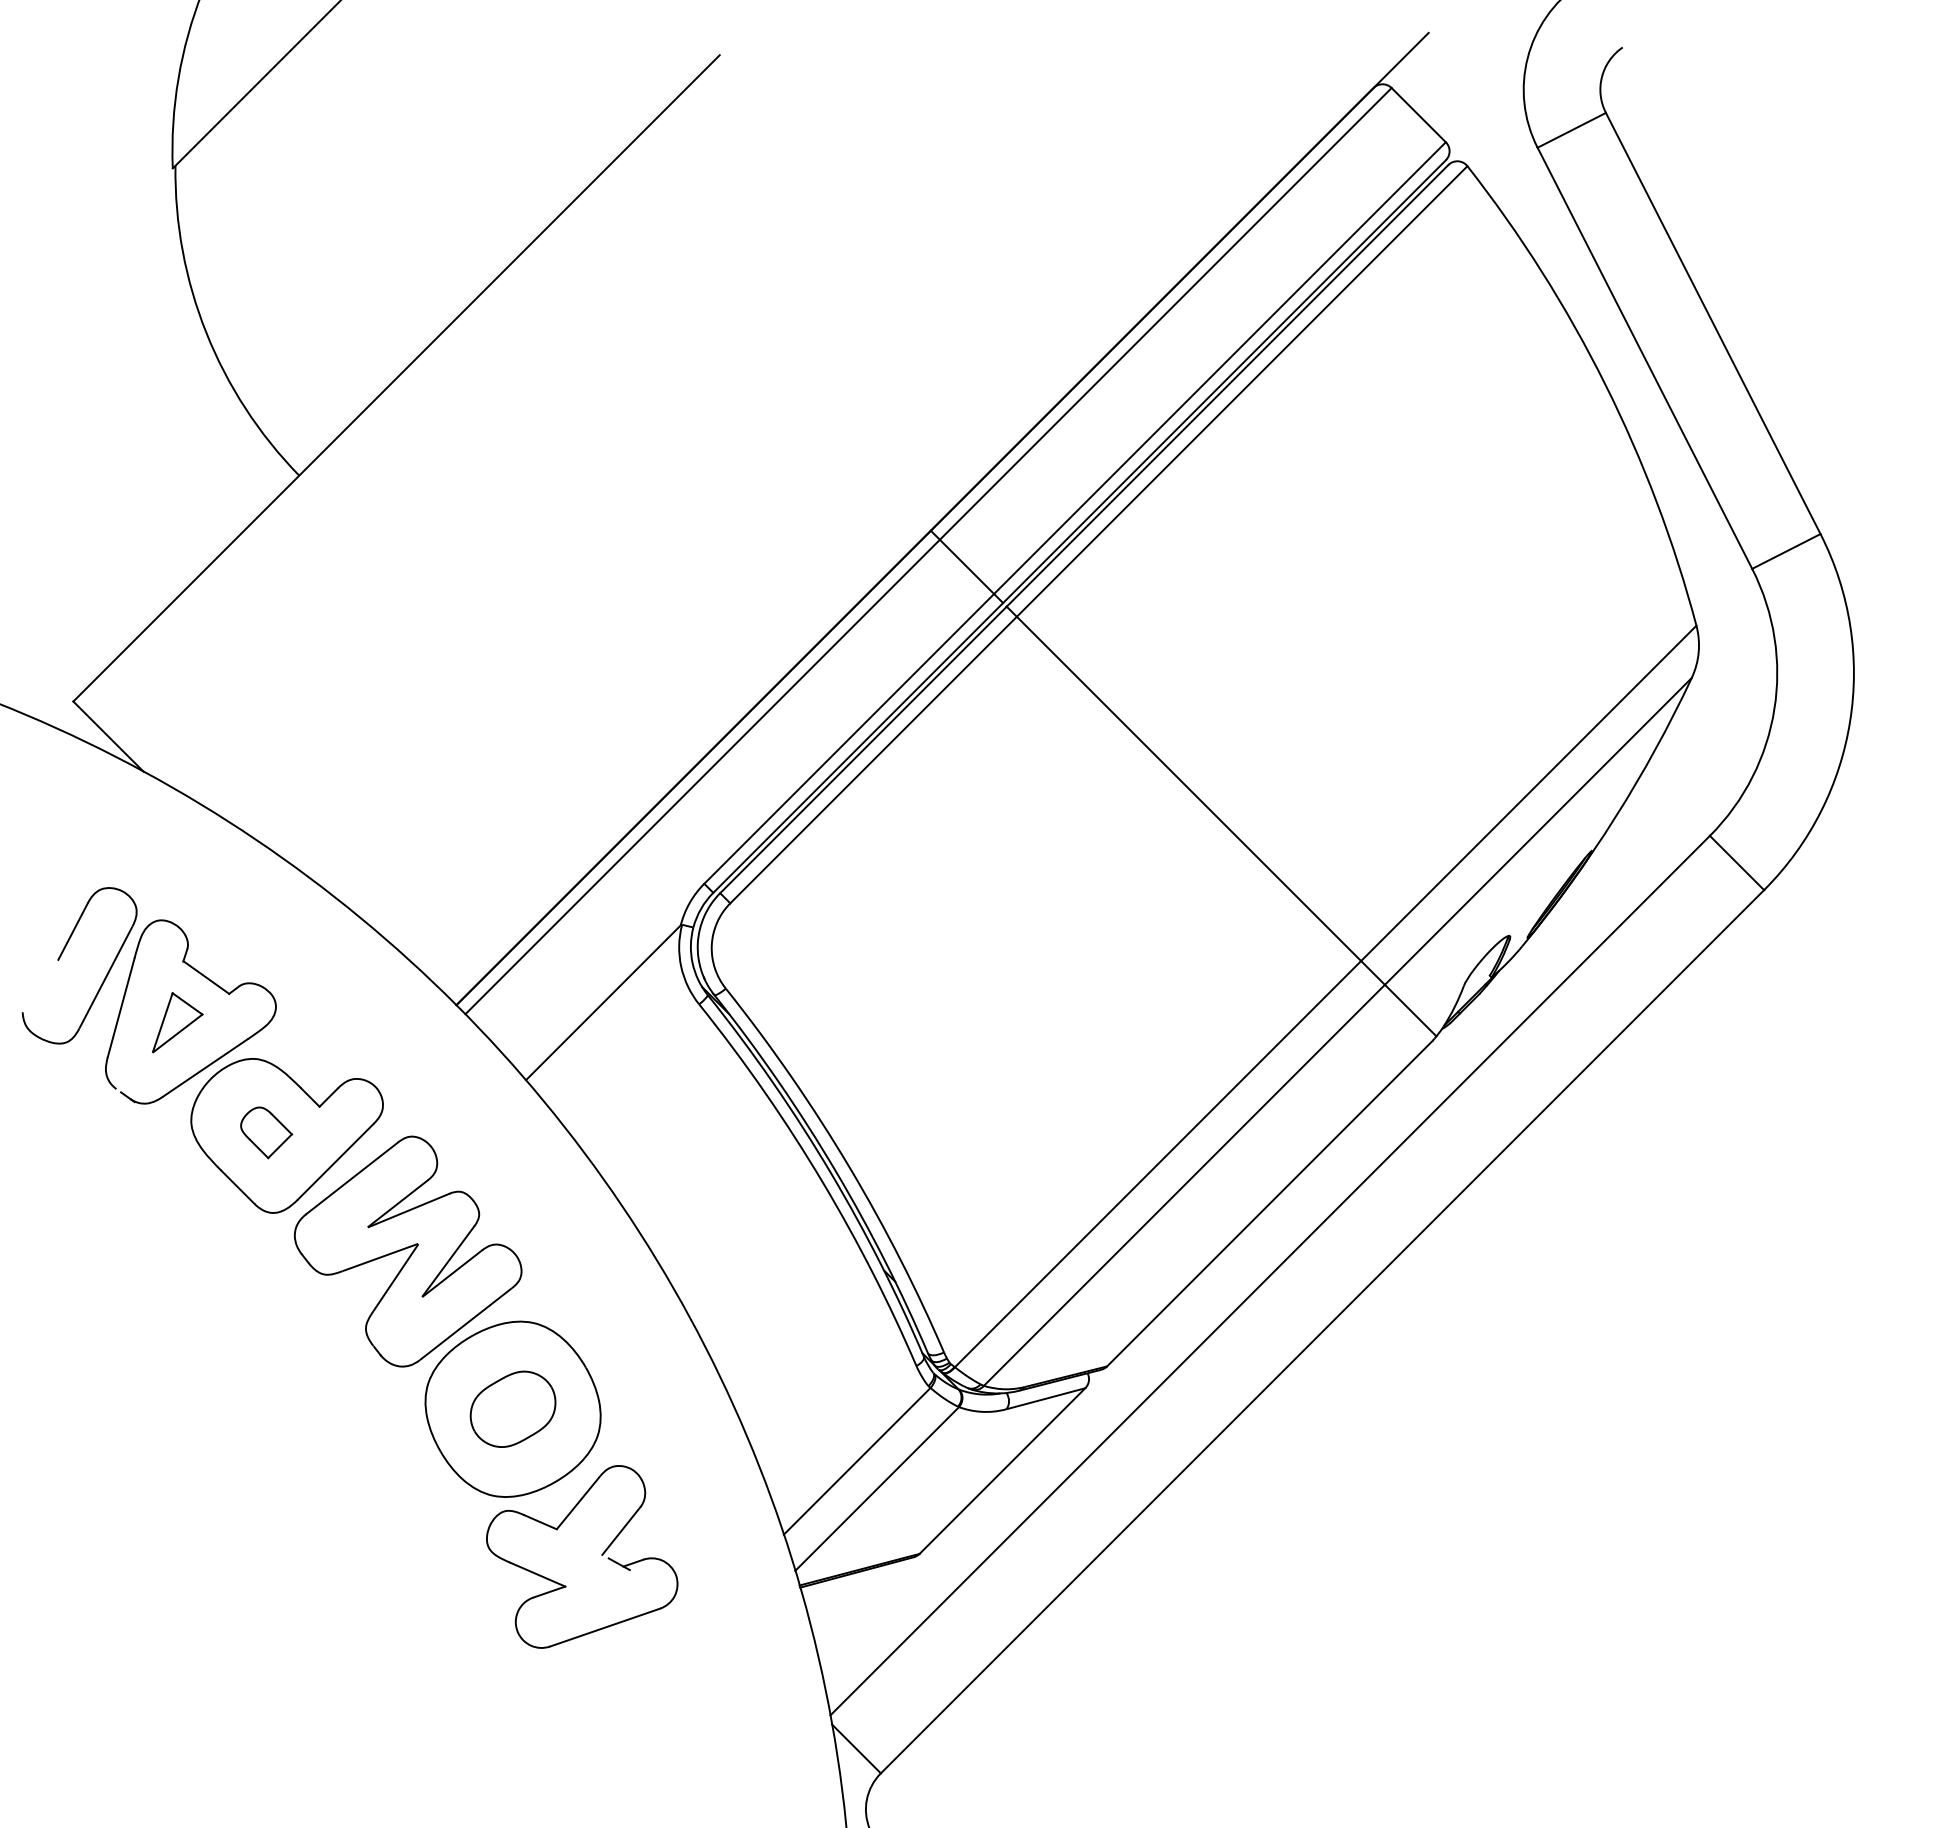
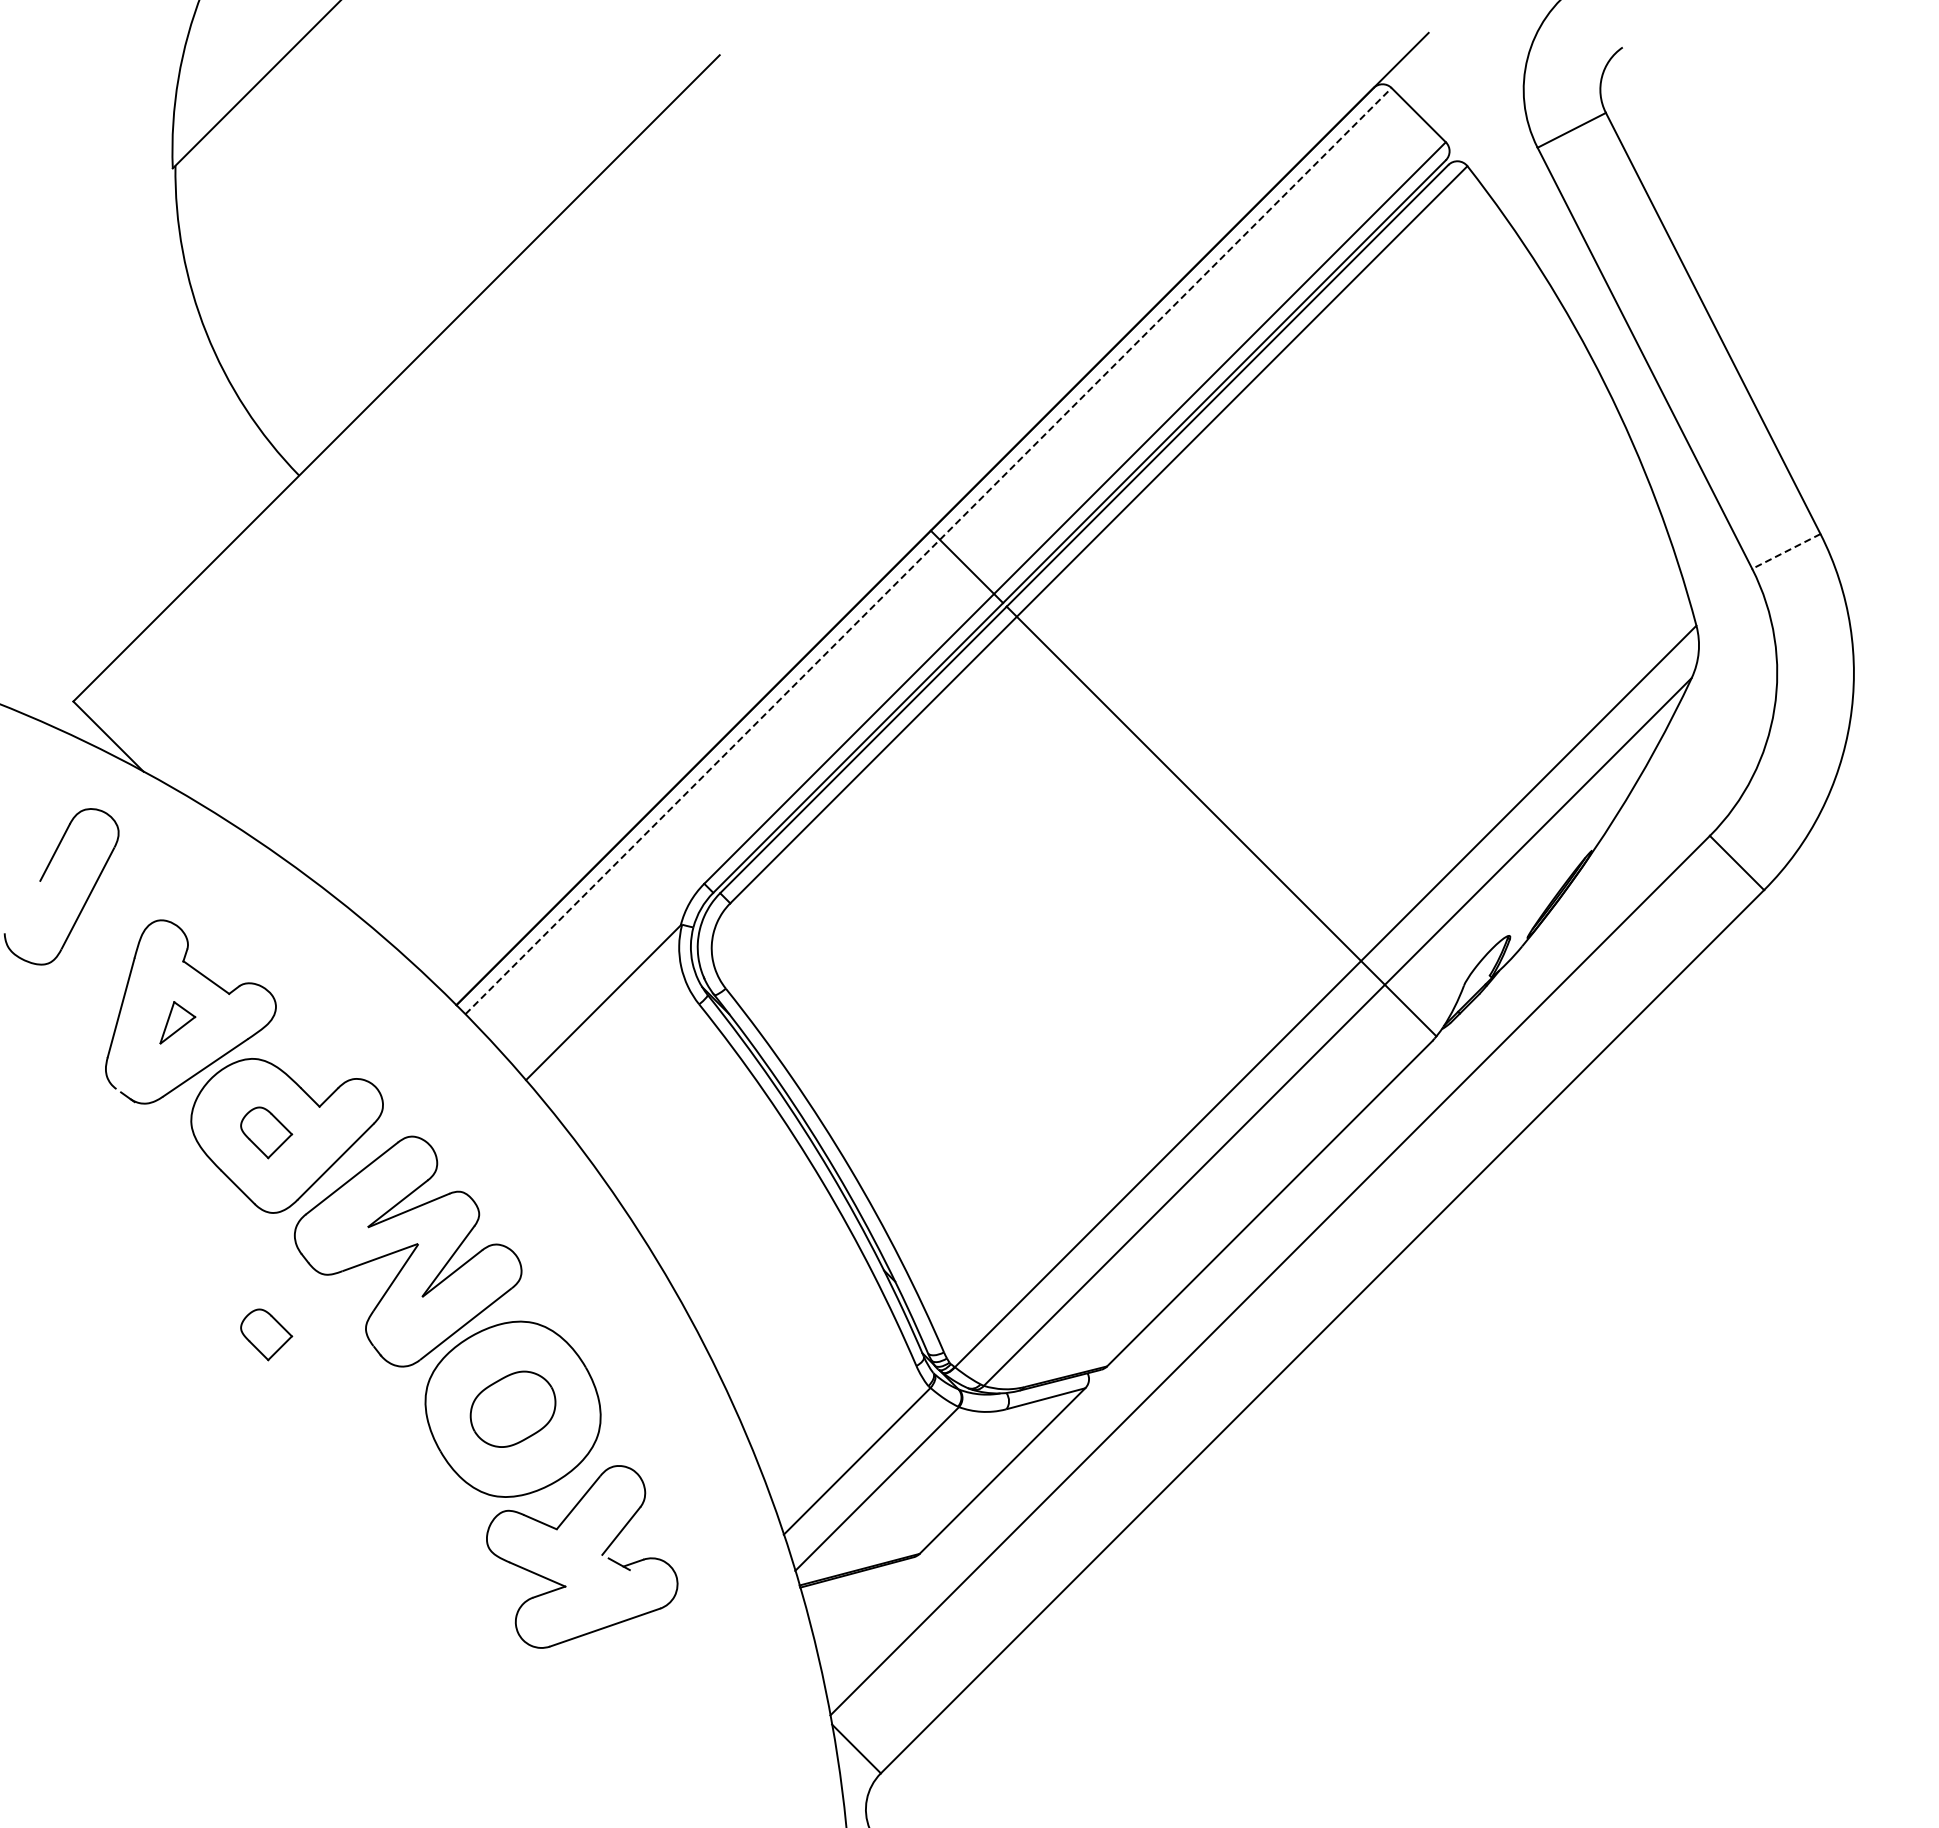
line at (928, 551): solid -> dashed
line at (1785, 551): solid -> dashed
part at (61, 956) position: (61, 956) -> (43, 877)
part at (177, 1022) size: 52x62 px -> 38x44 px
part at (266, 1334): none -> present
